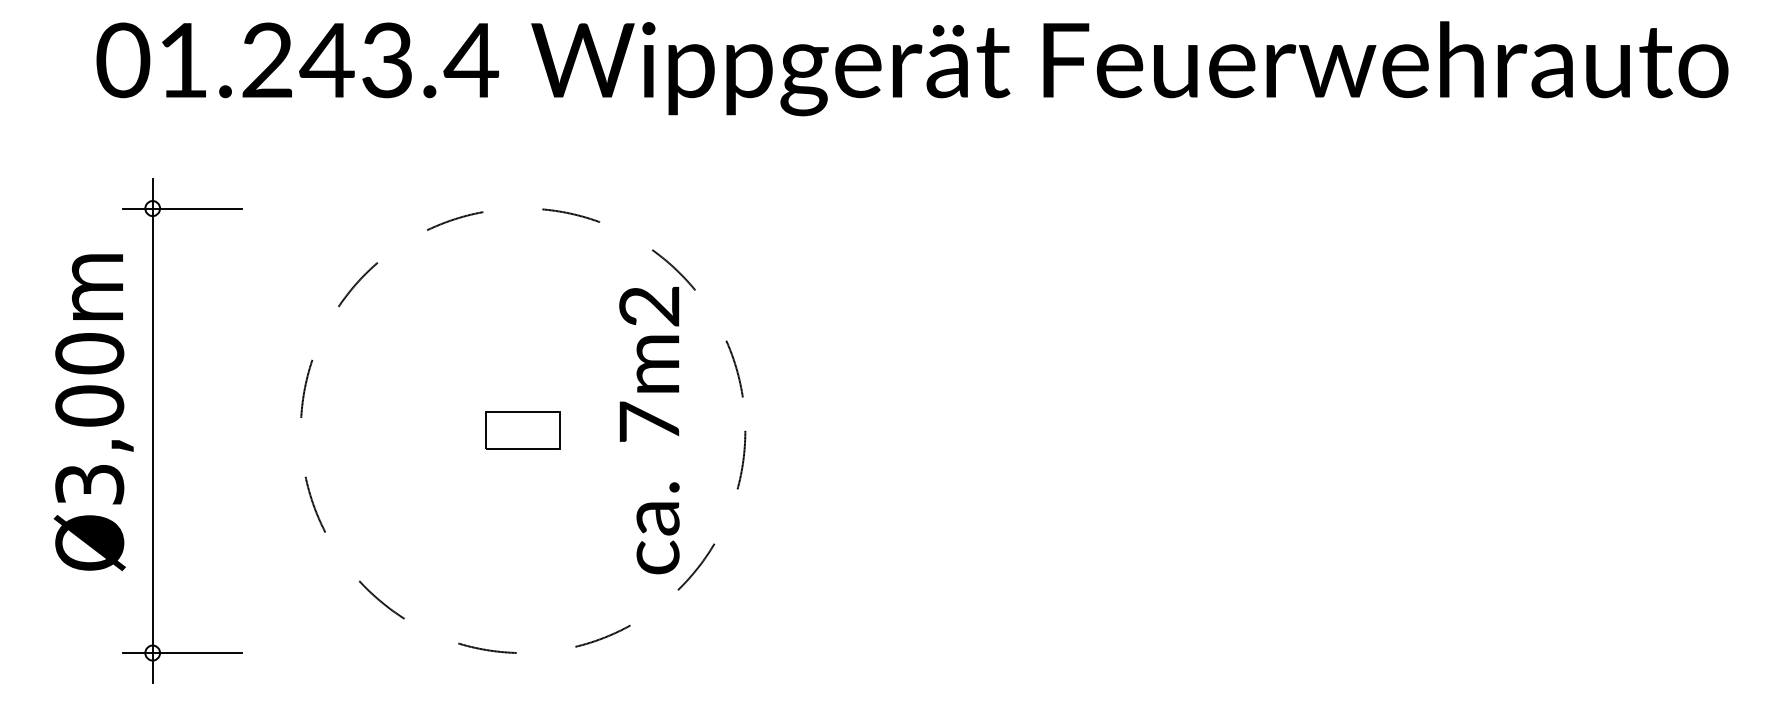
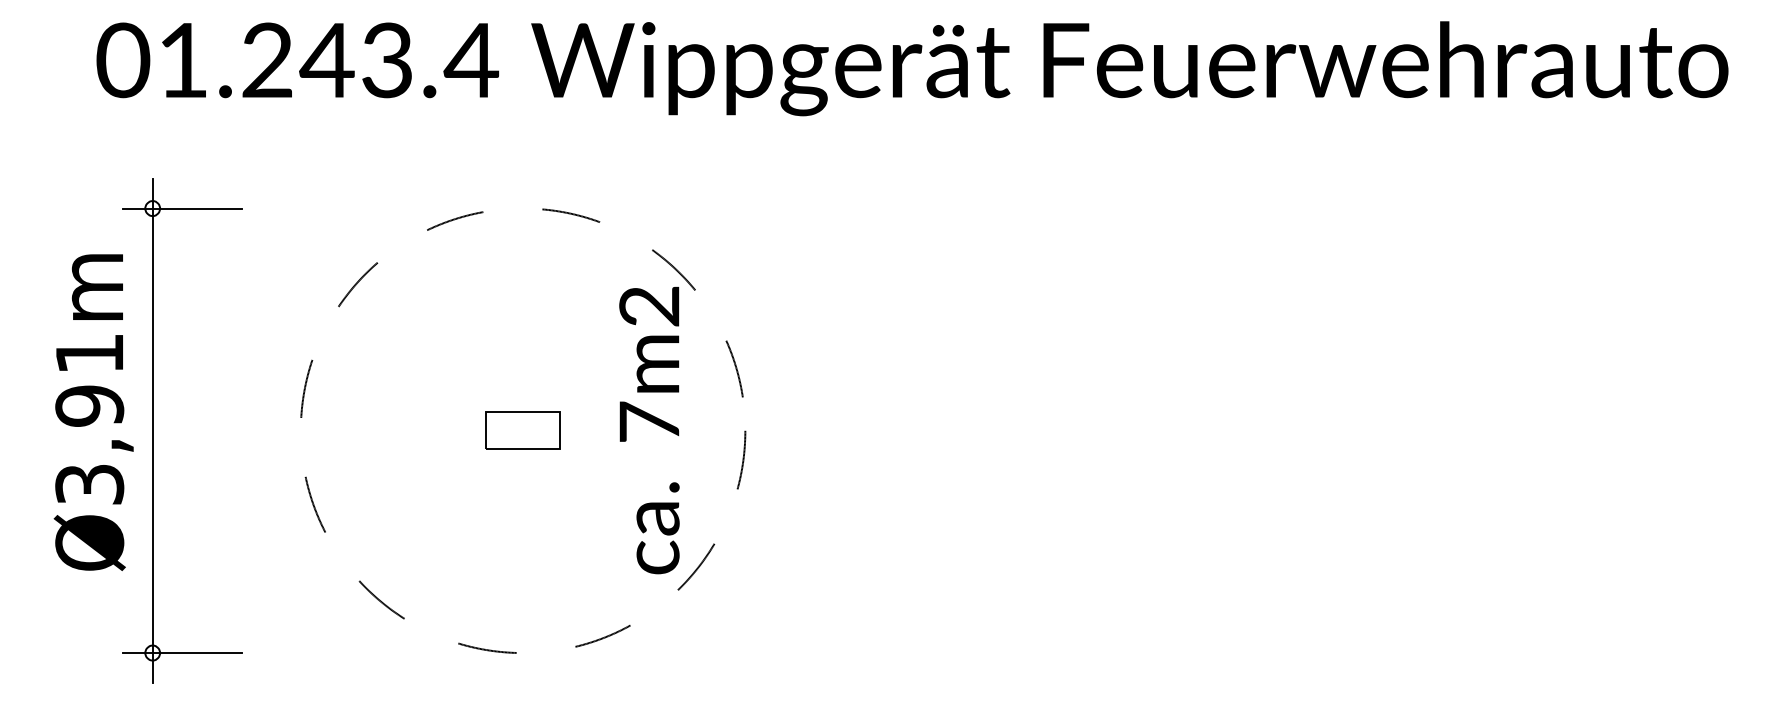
text at (89, 379): Ø3,00m -> Ø3,91m
